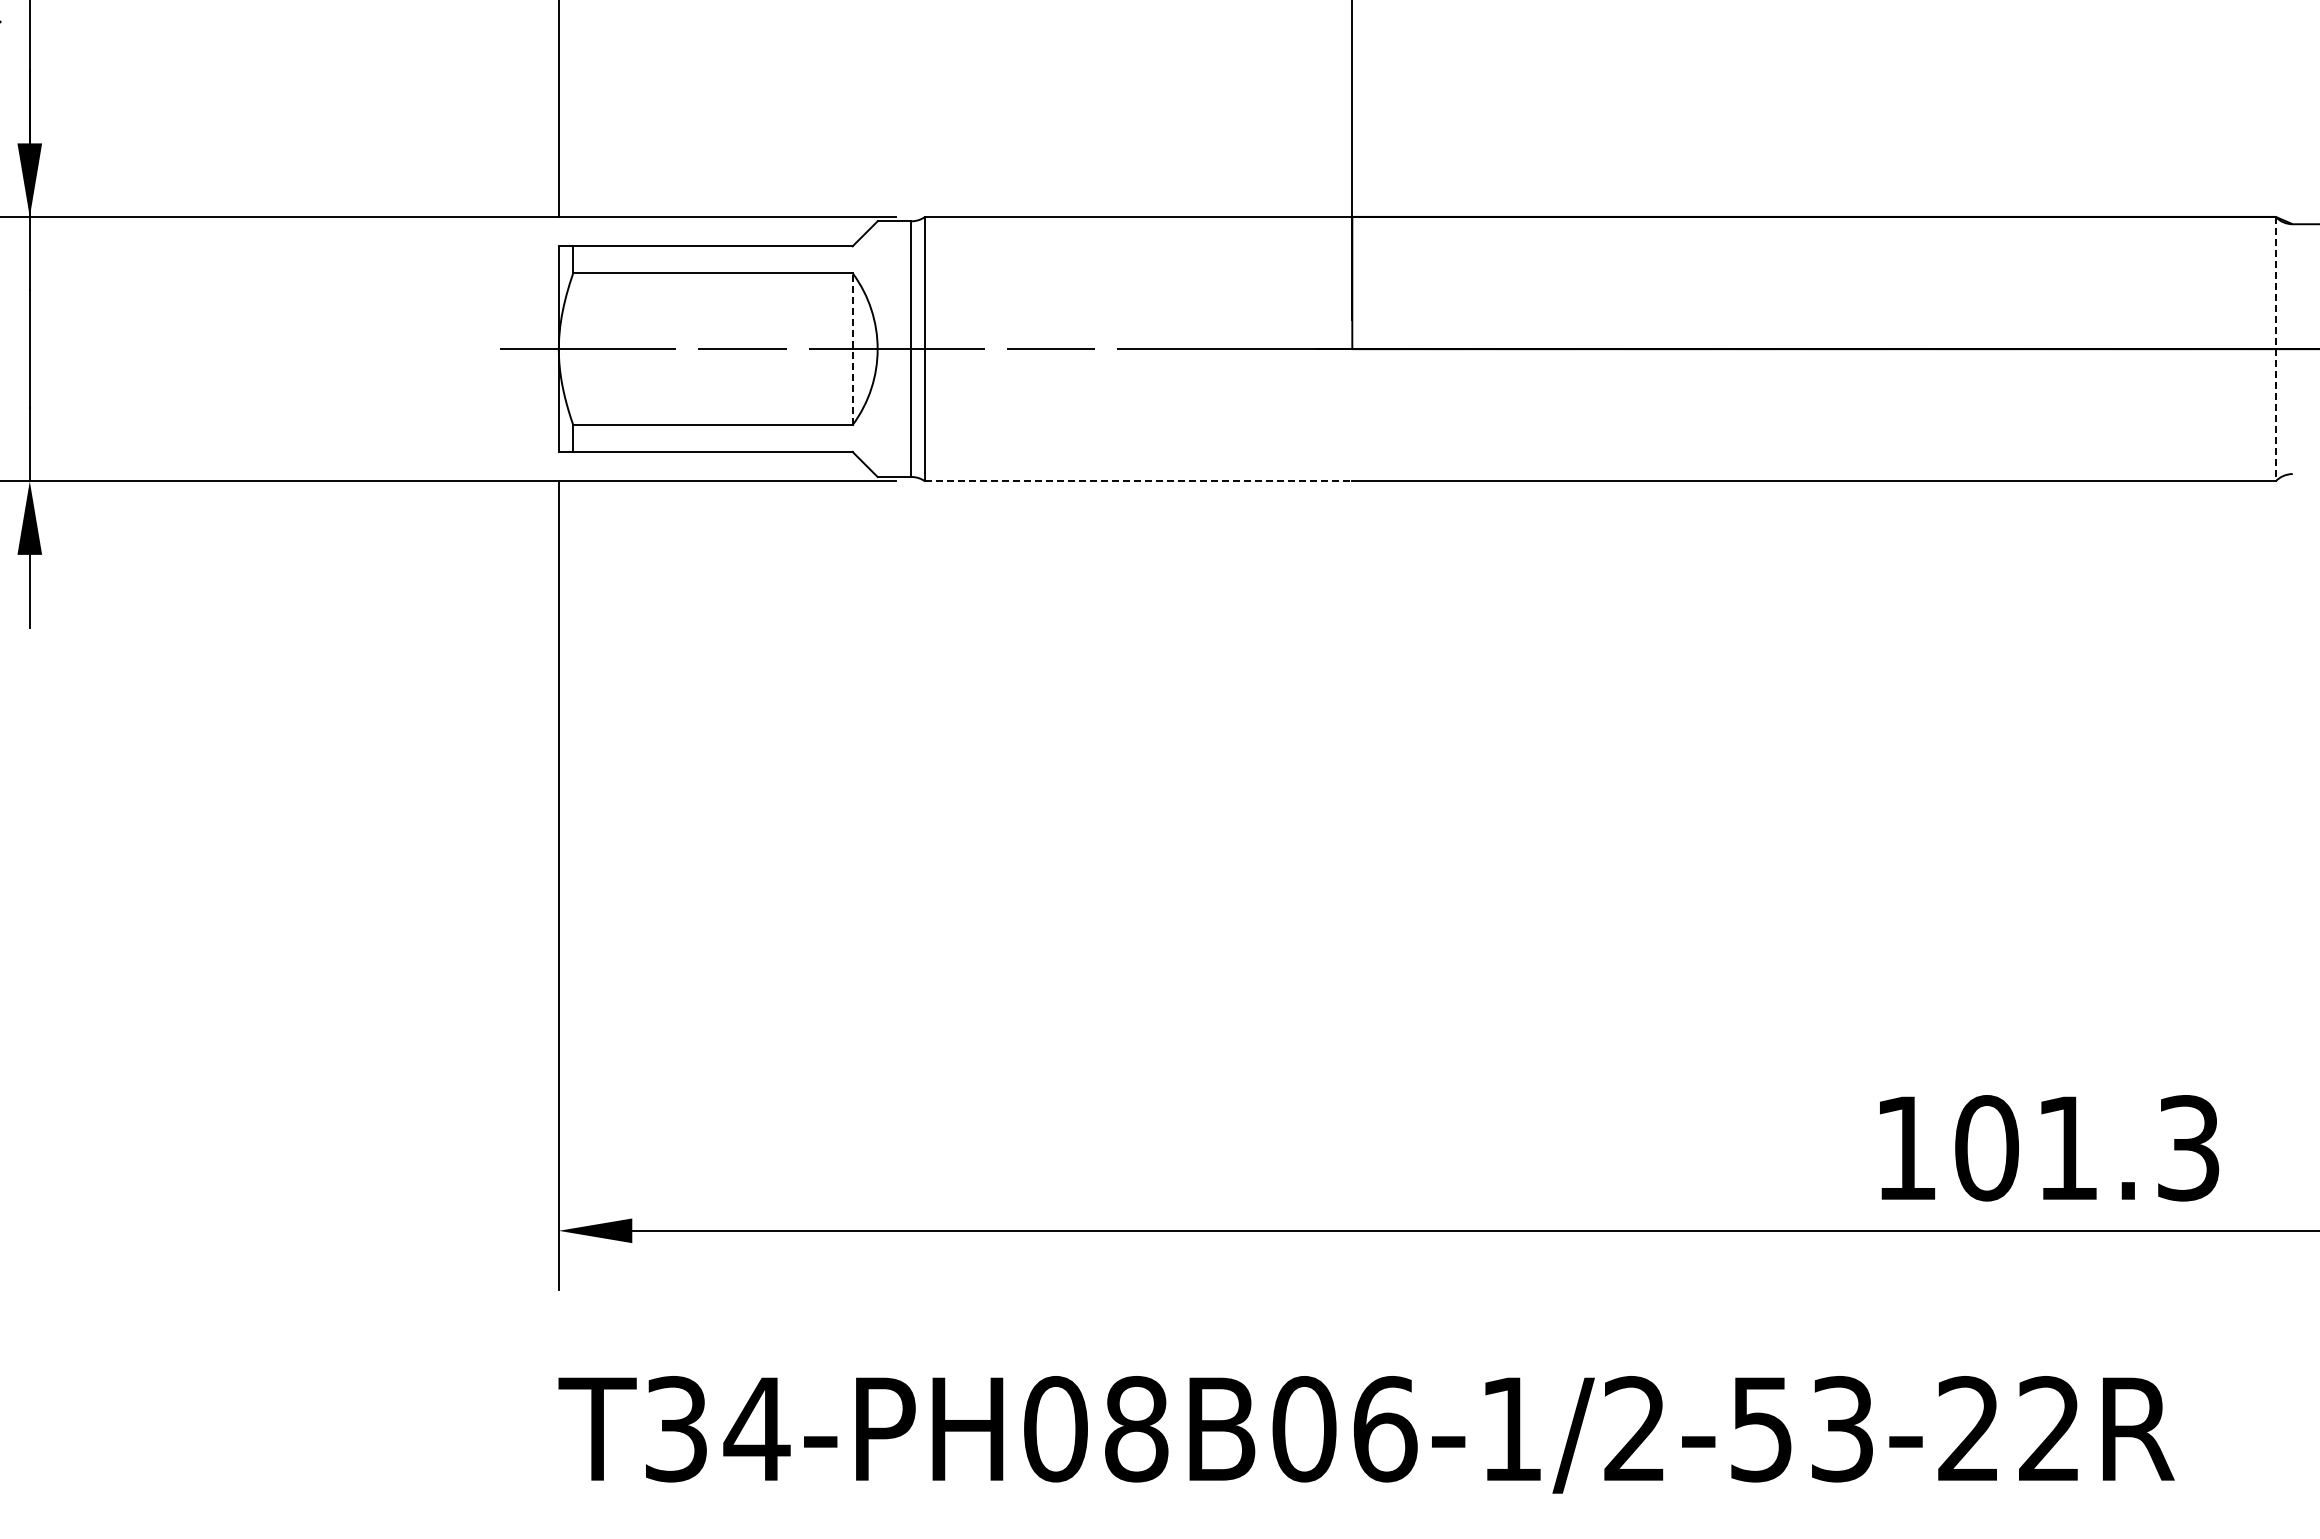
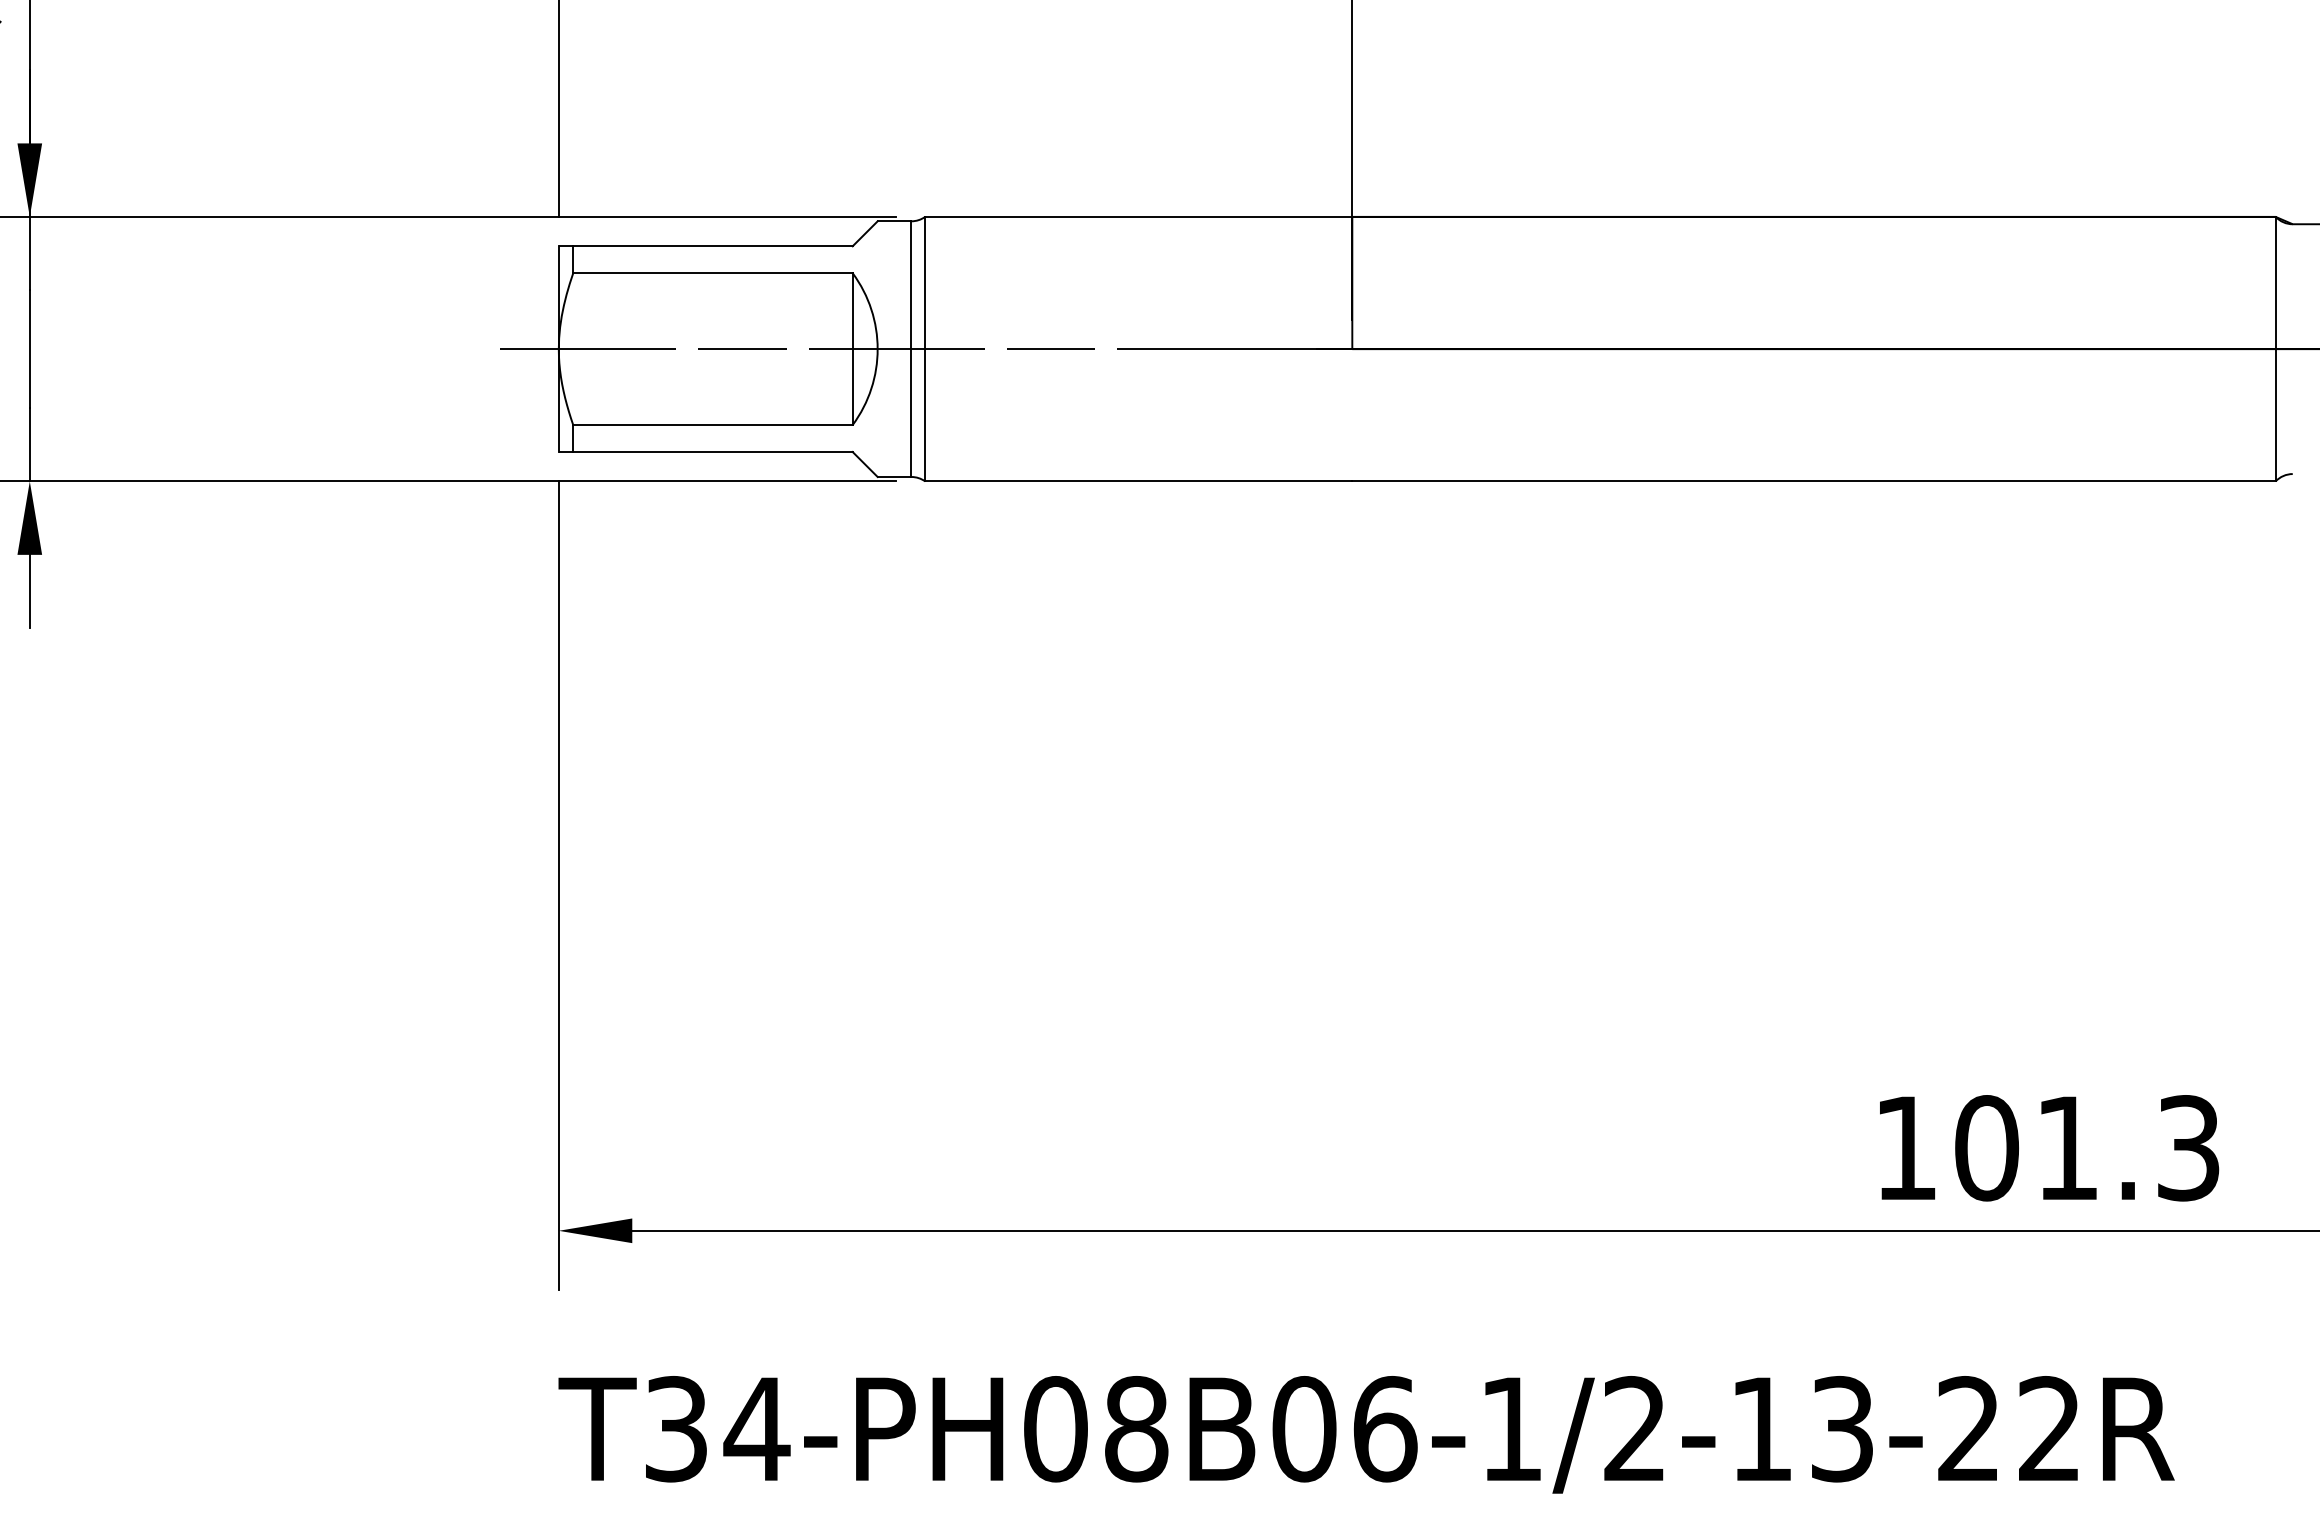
line at (852, 349): dashed -> solid
line at (2275, 349): dashed -> solid
line at (1138, 481): dashed -> solid
text at (1761, 1429): T34-PH08B06-1/2-53-22R -> T34-PH08B06-1/2-13-22R
